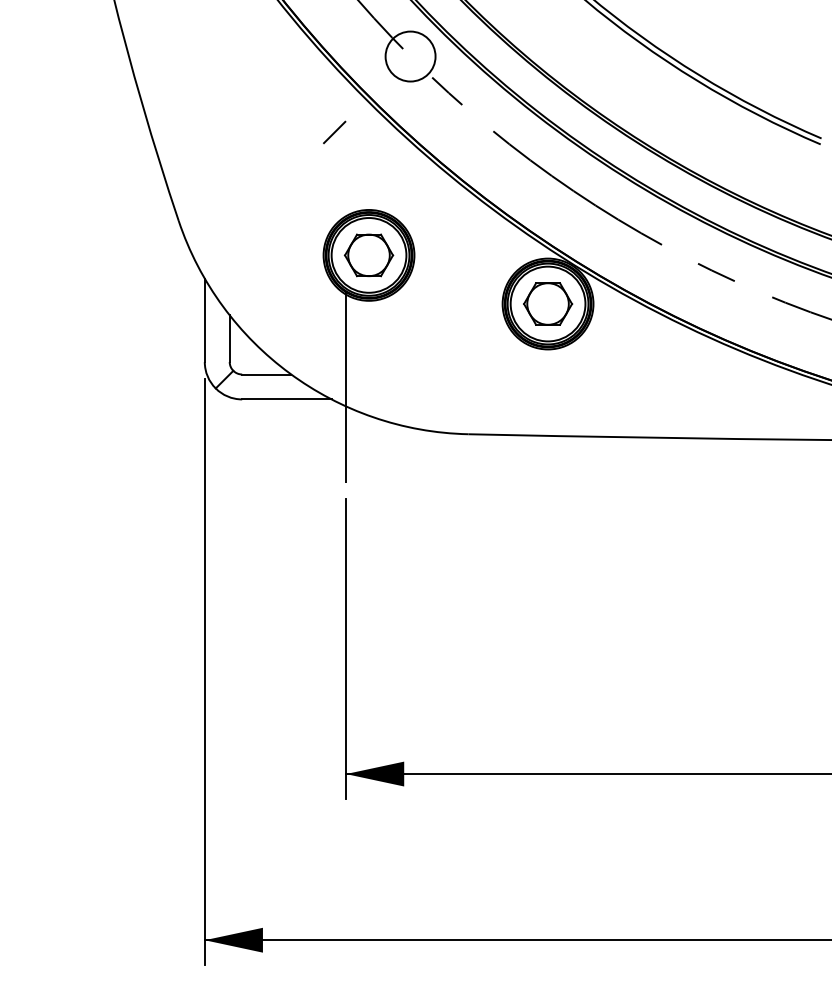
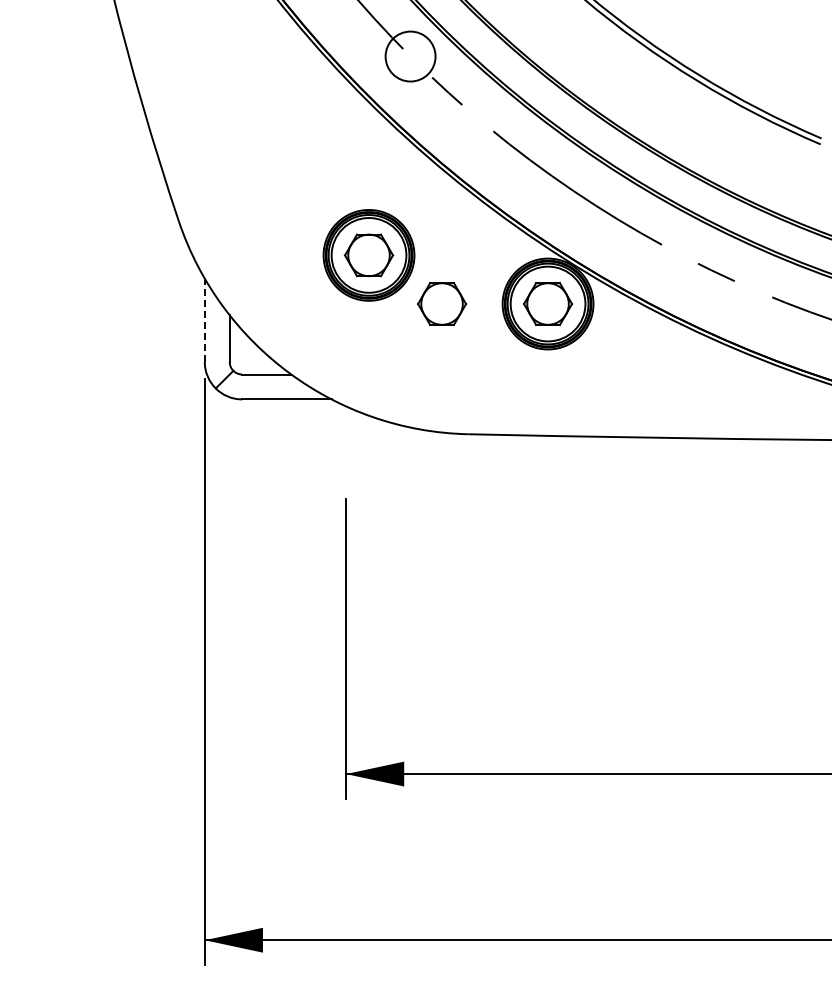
line at (334, 132): present -> none
part at (442, 303): none -> present
line at (204, 320): solid -> dashed
line at (346, 386): present -> none
